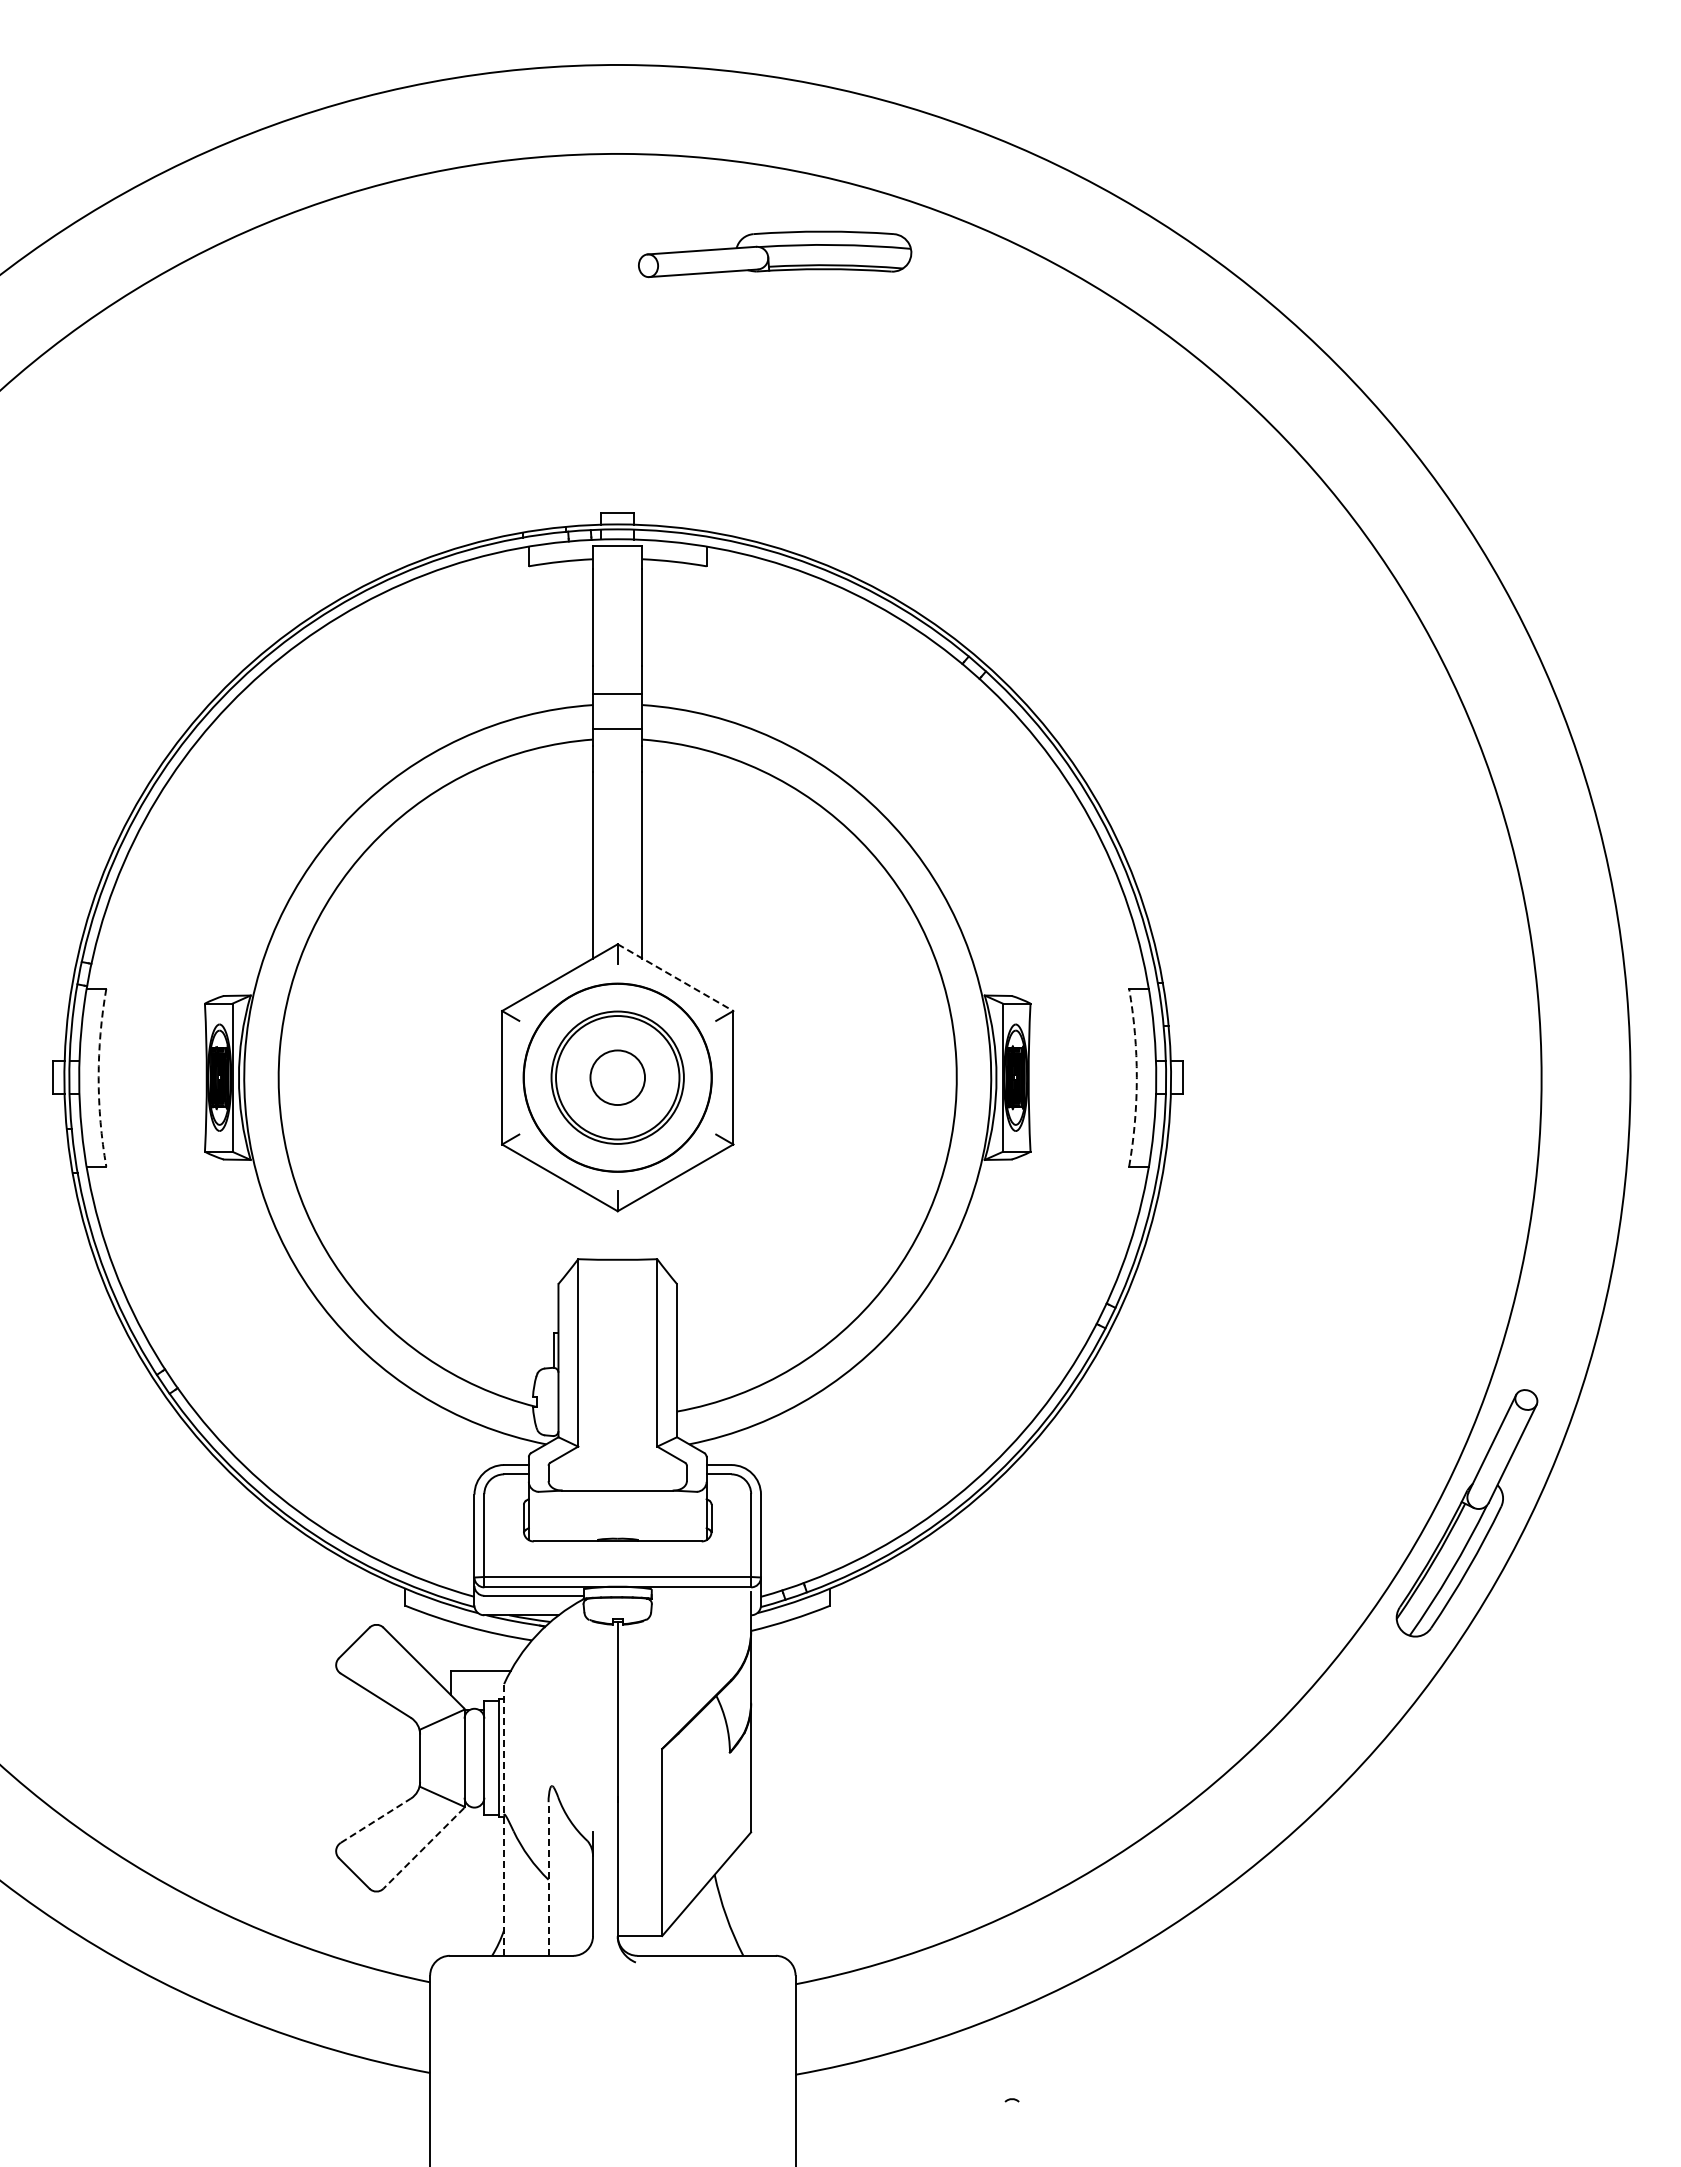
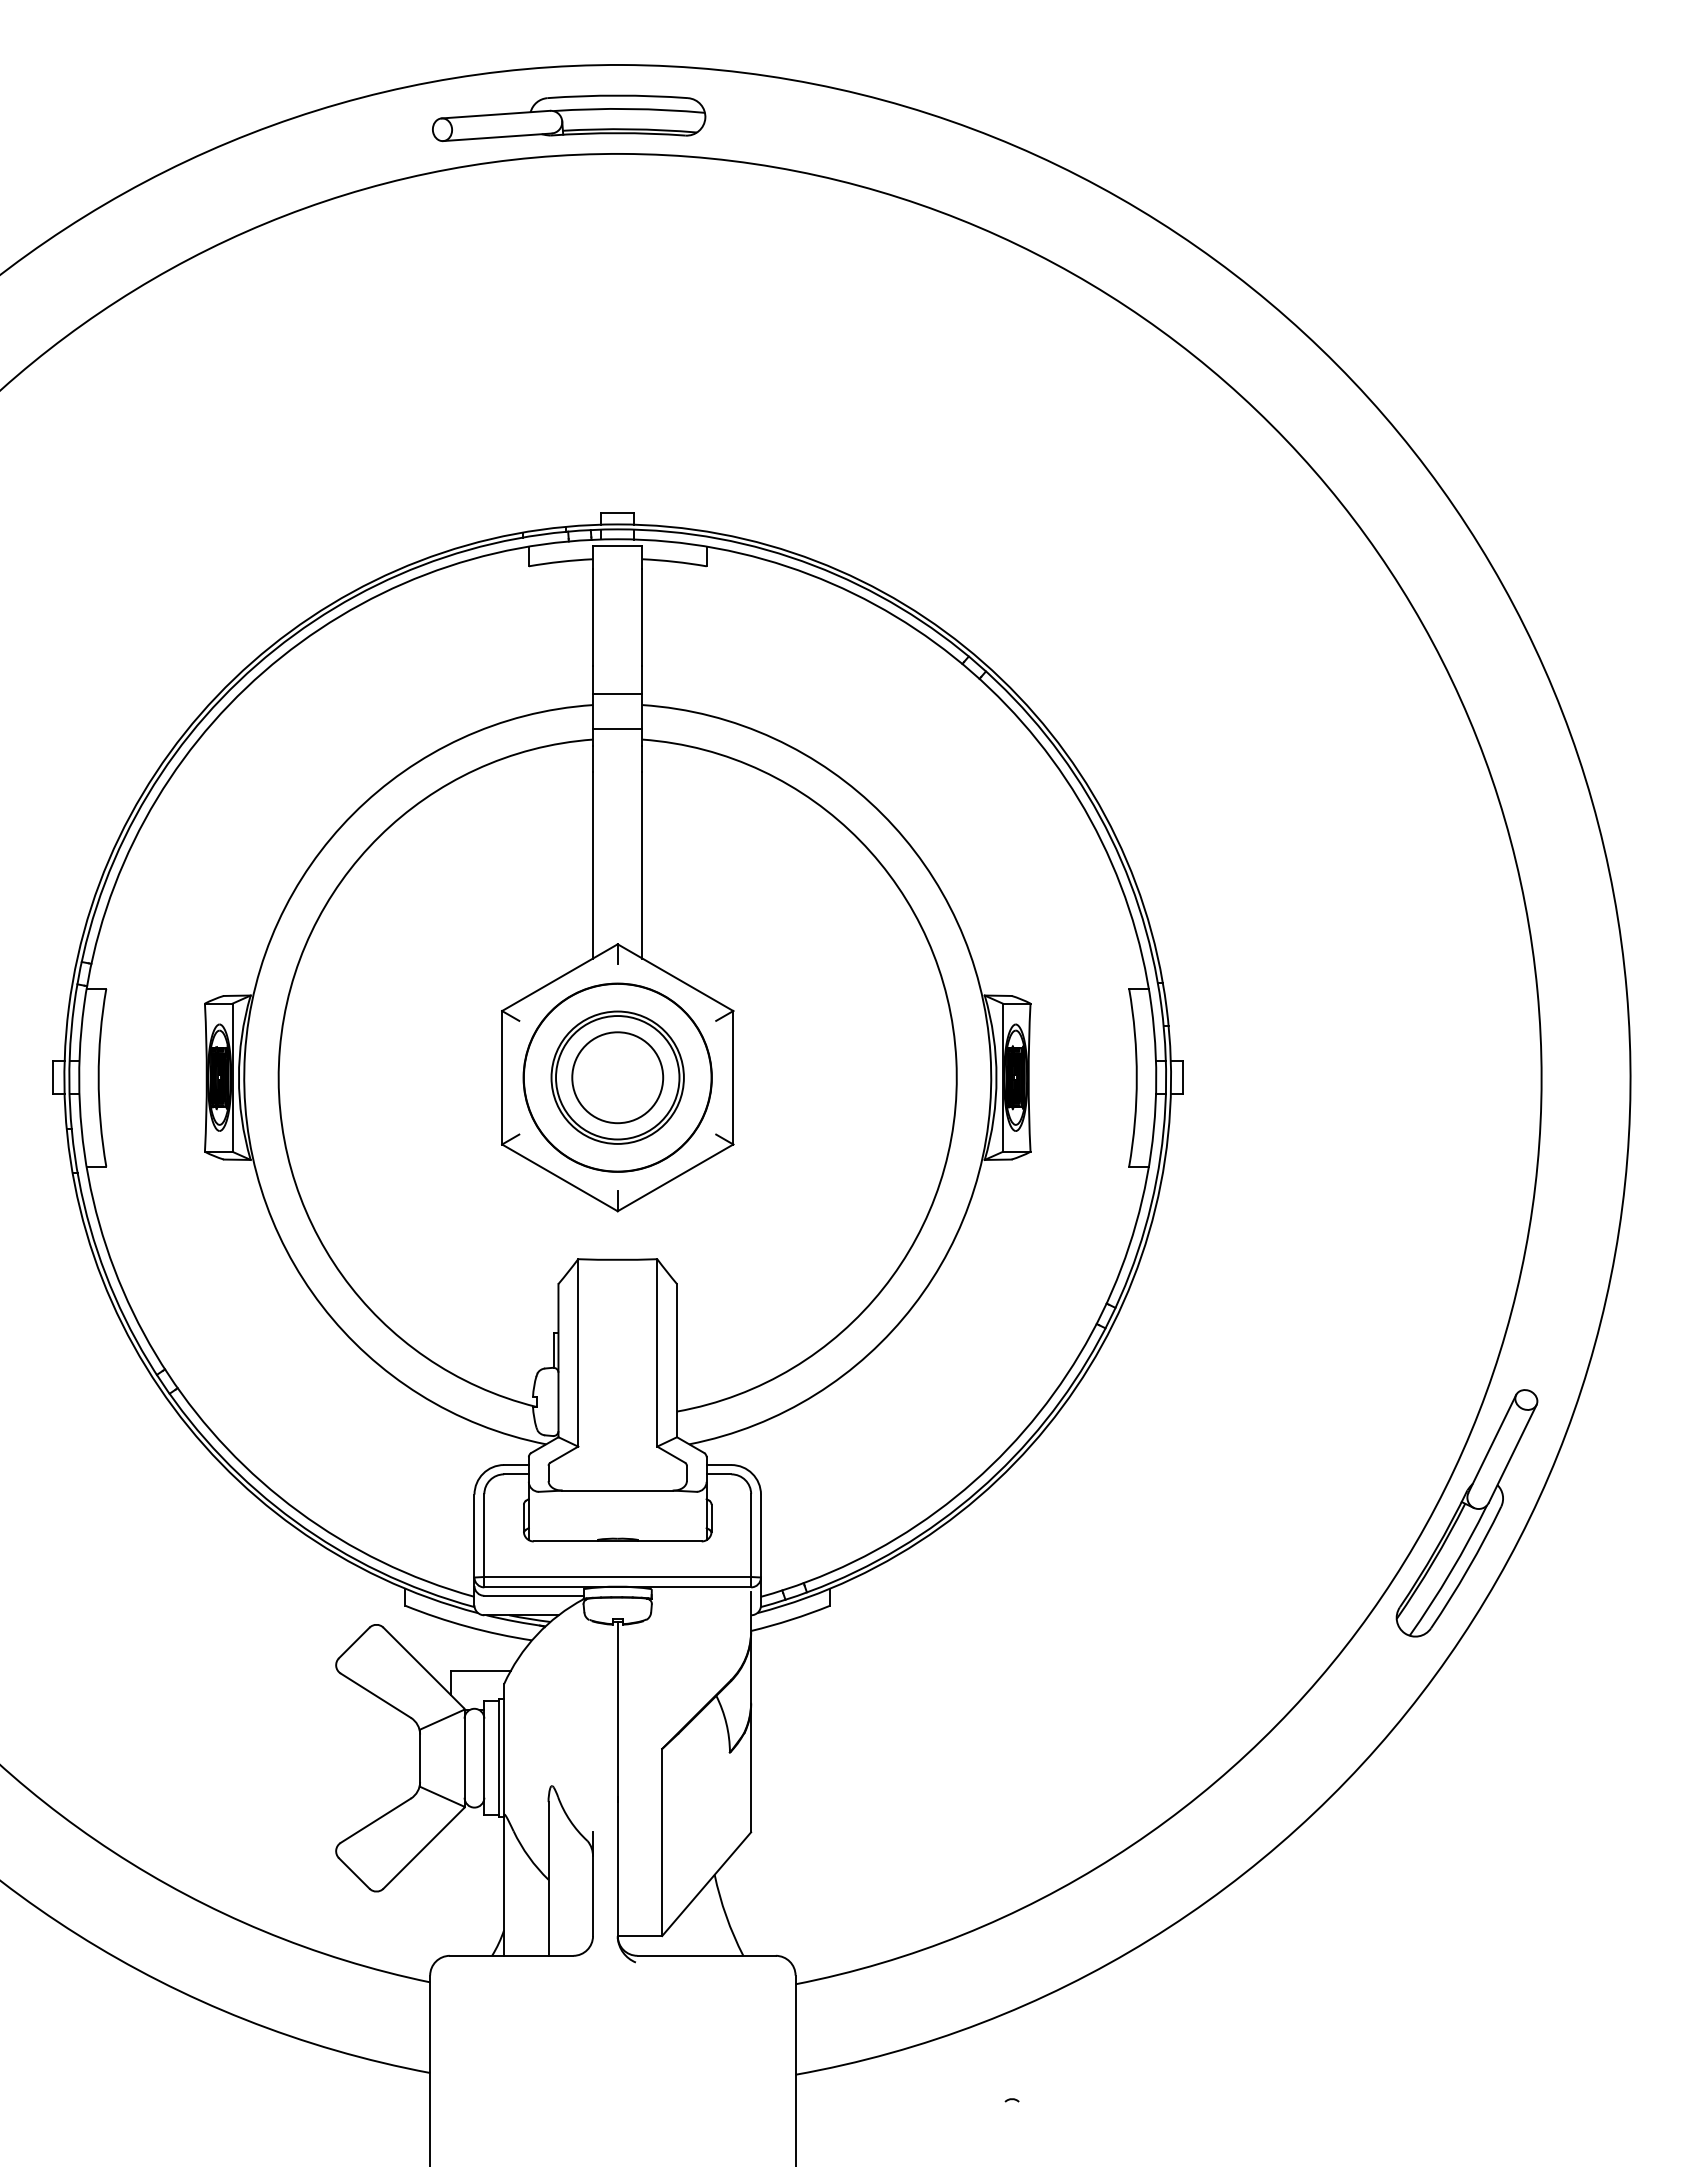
part at (775, 254) position: (775, 254) -> (569, 118)
line at (675, 977): dashed -> solid
arc at (98, 1077): dashed -> solid
circle at (617, 1077) diameter: 55 px -> 91 px
arc at (1136, 1077): dashed -> solid
line at (504, 1819): dashed -> solid
line at (376, 1820): dashed -> solid
line at (423, 1848): dashed -> solid
line at (548, 1878): dashed -> solid
